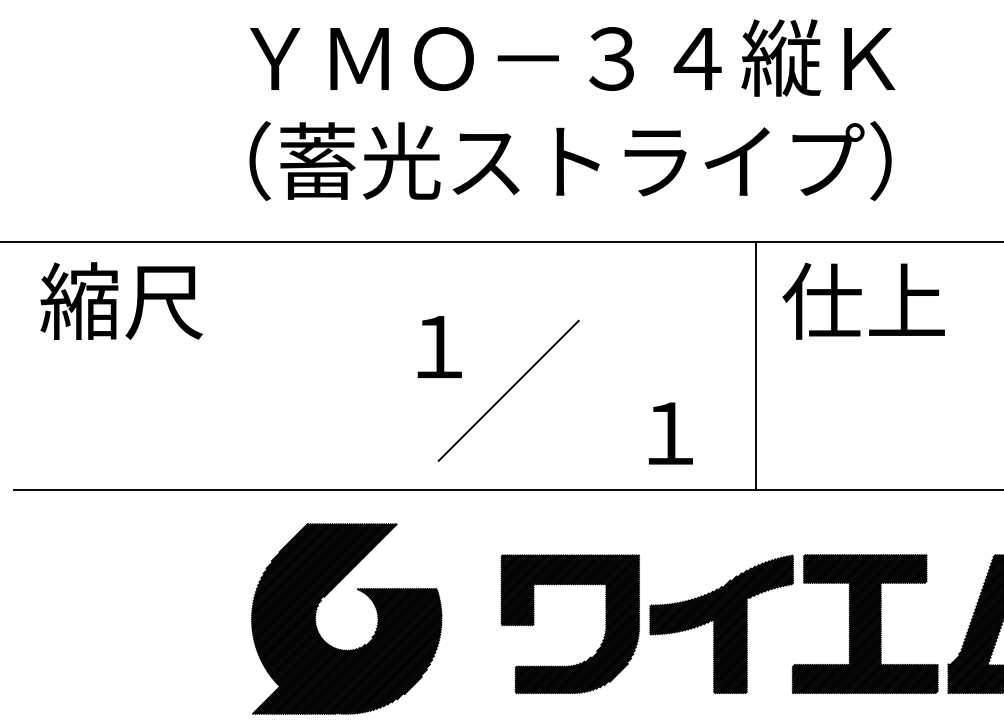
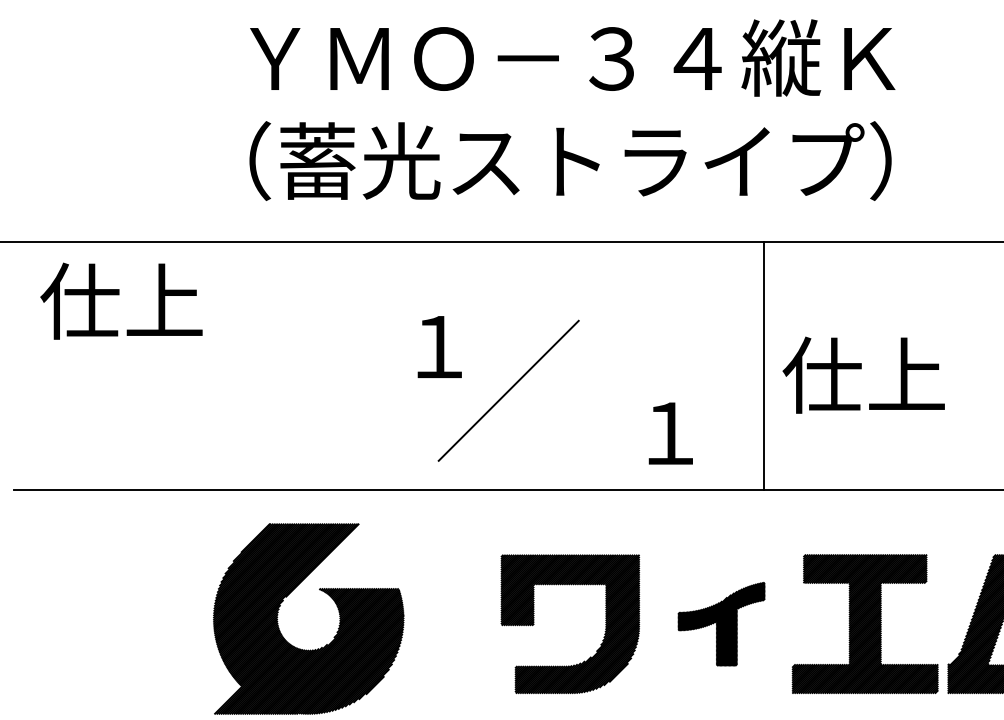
text at (121, 300): 縮尺 -> 仕上
text at (863, 300) position: (863, 300) -> (863, 374)
line at (756, 365) position: (756, 365) -> (764, 365)
part at (359, 591) position: (359, 591) -> (321, 591)
part at (721, 623) size: 145x140 px -> 89x85 px
